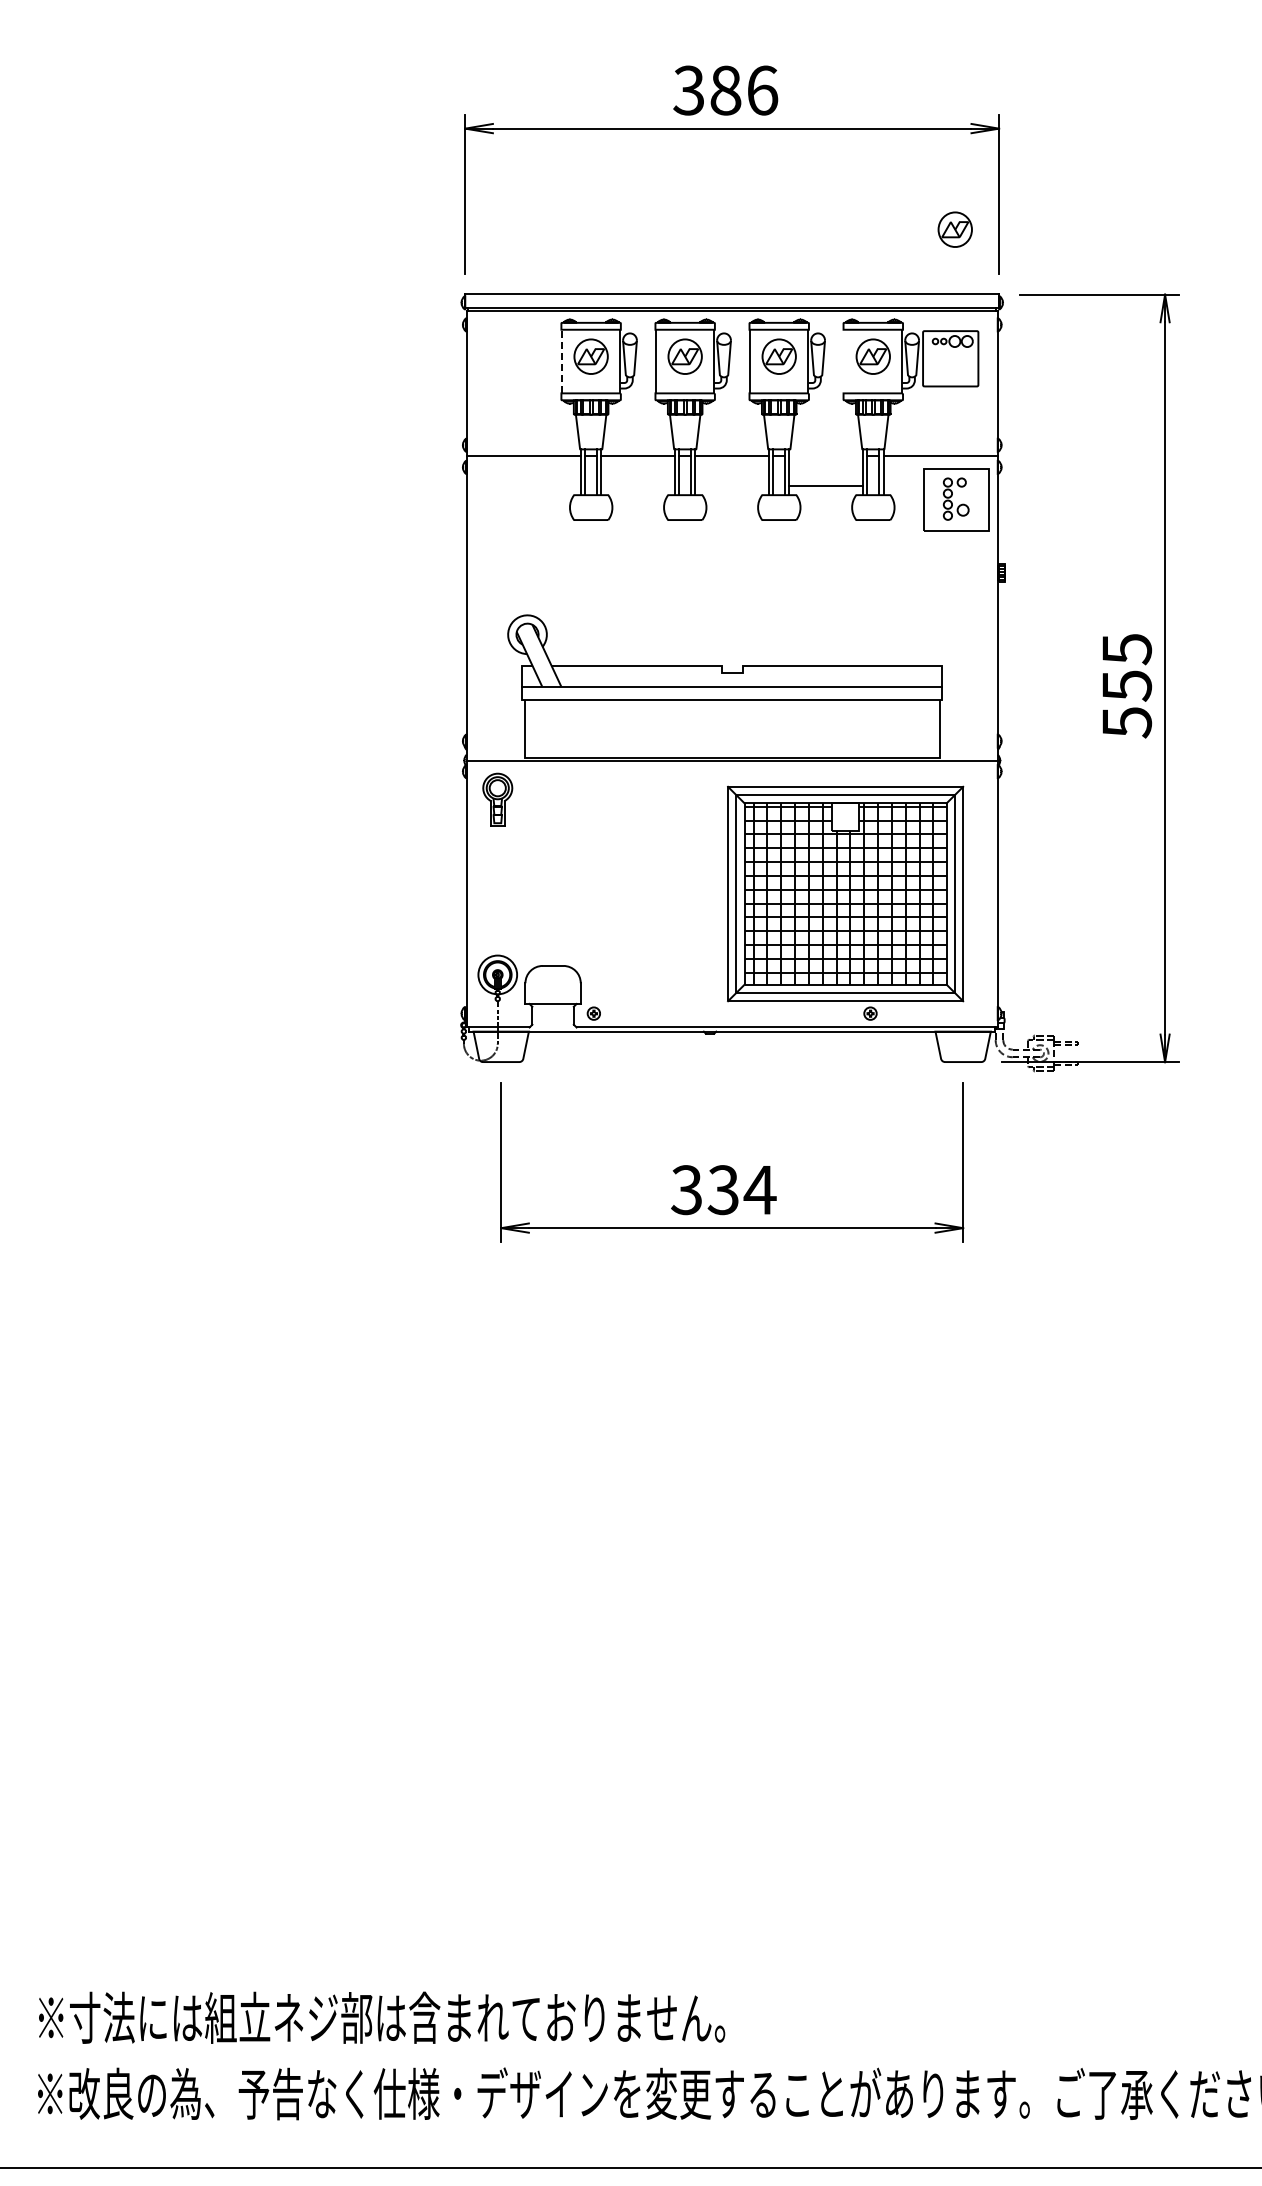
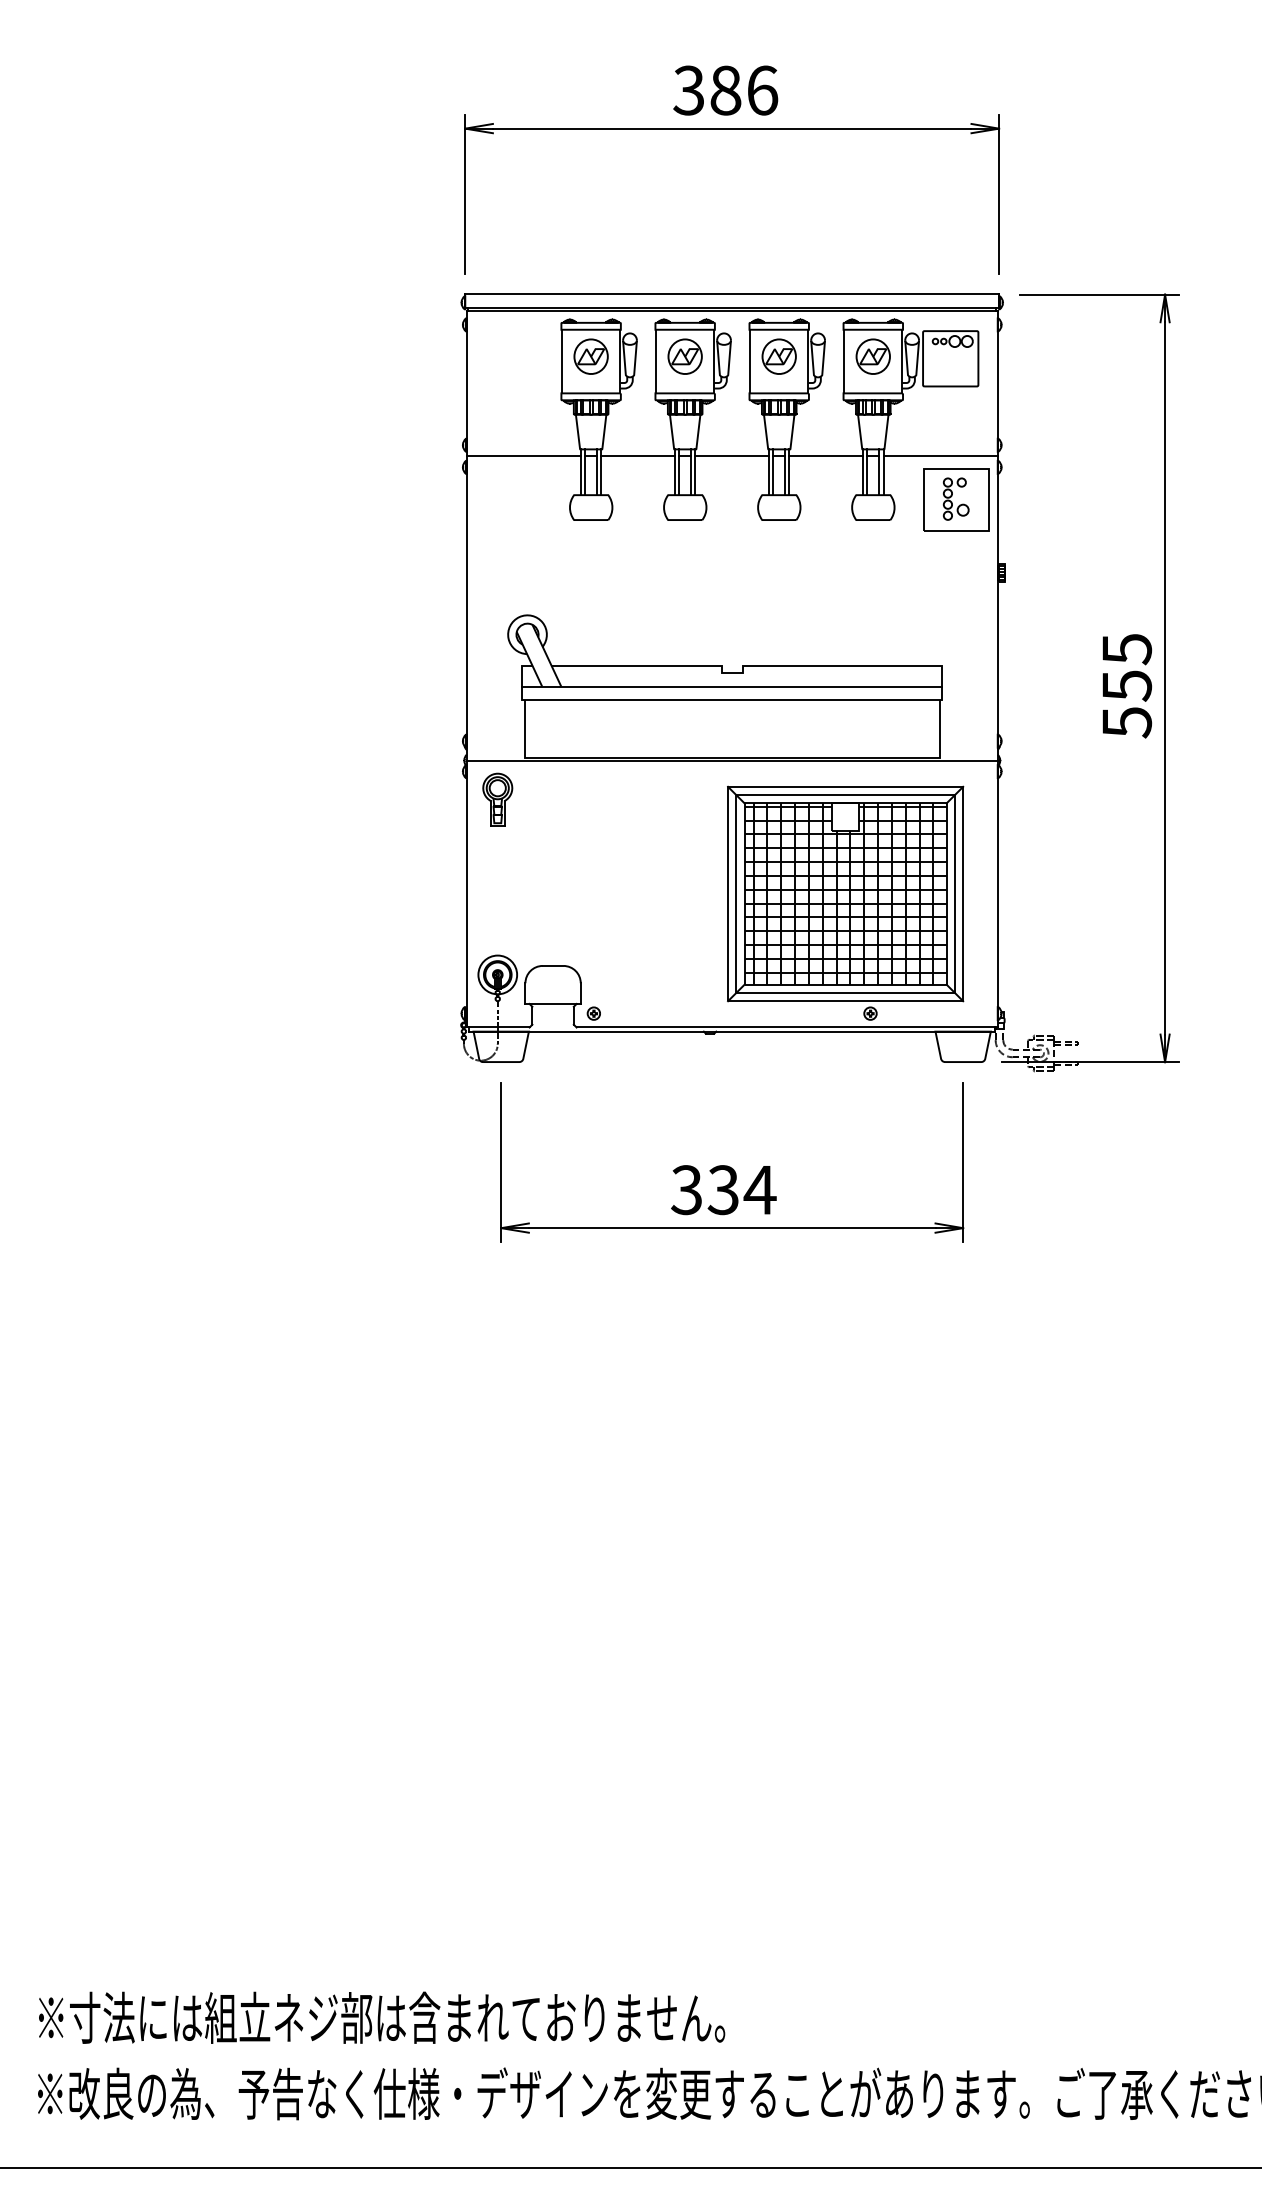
part at (954, 229): present -> none
line at (562, 361): dashed -> solid
line at (844, 361): none -> present
line at (826, 486) position: (826, 486) -> (826, 456)
